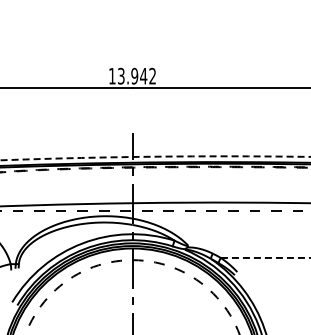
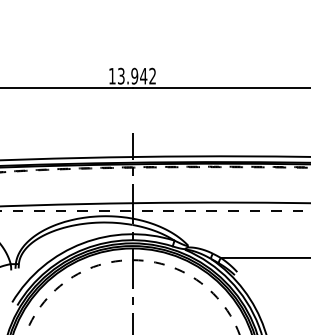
arc at (154, 156): dashed -> solid
line at (265, 257): dashed -> solid
